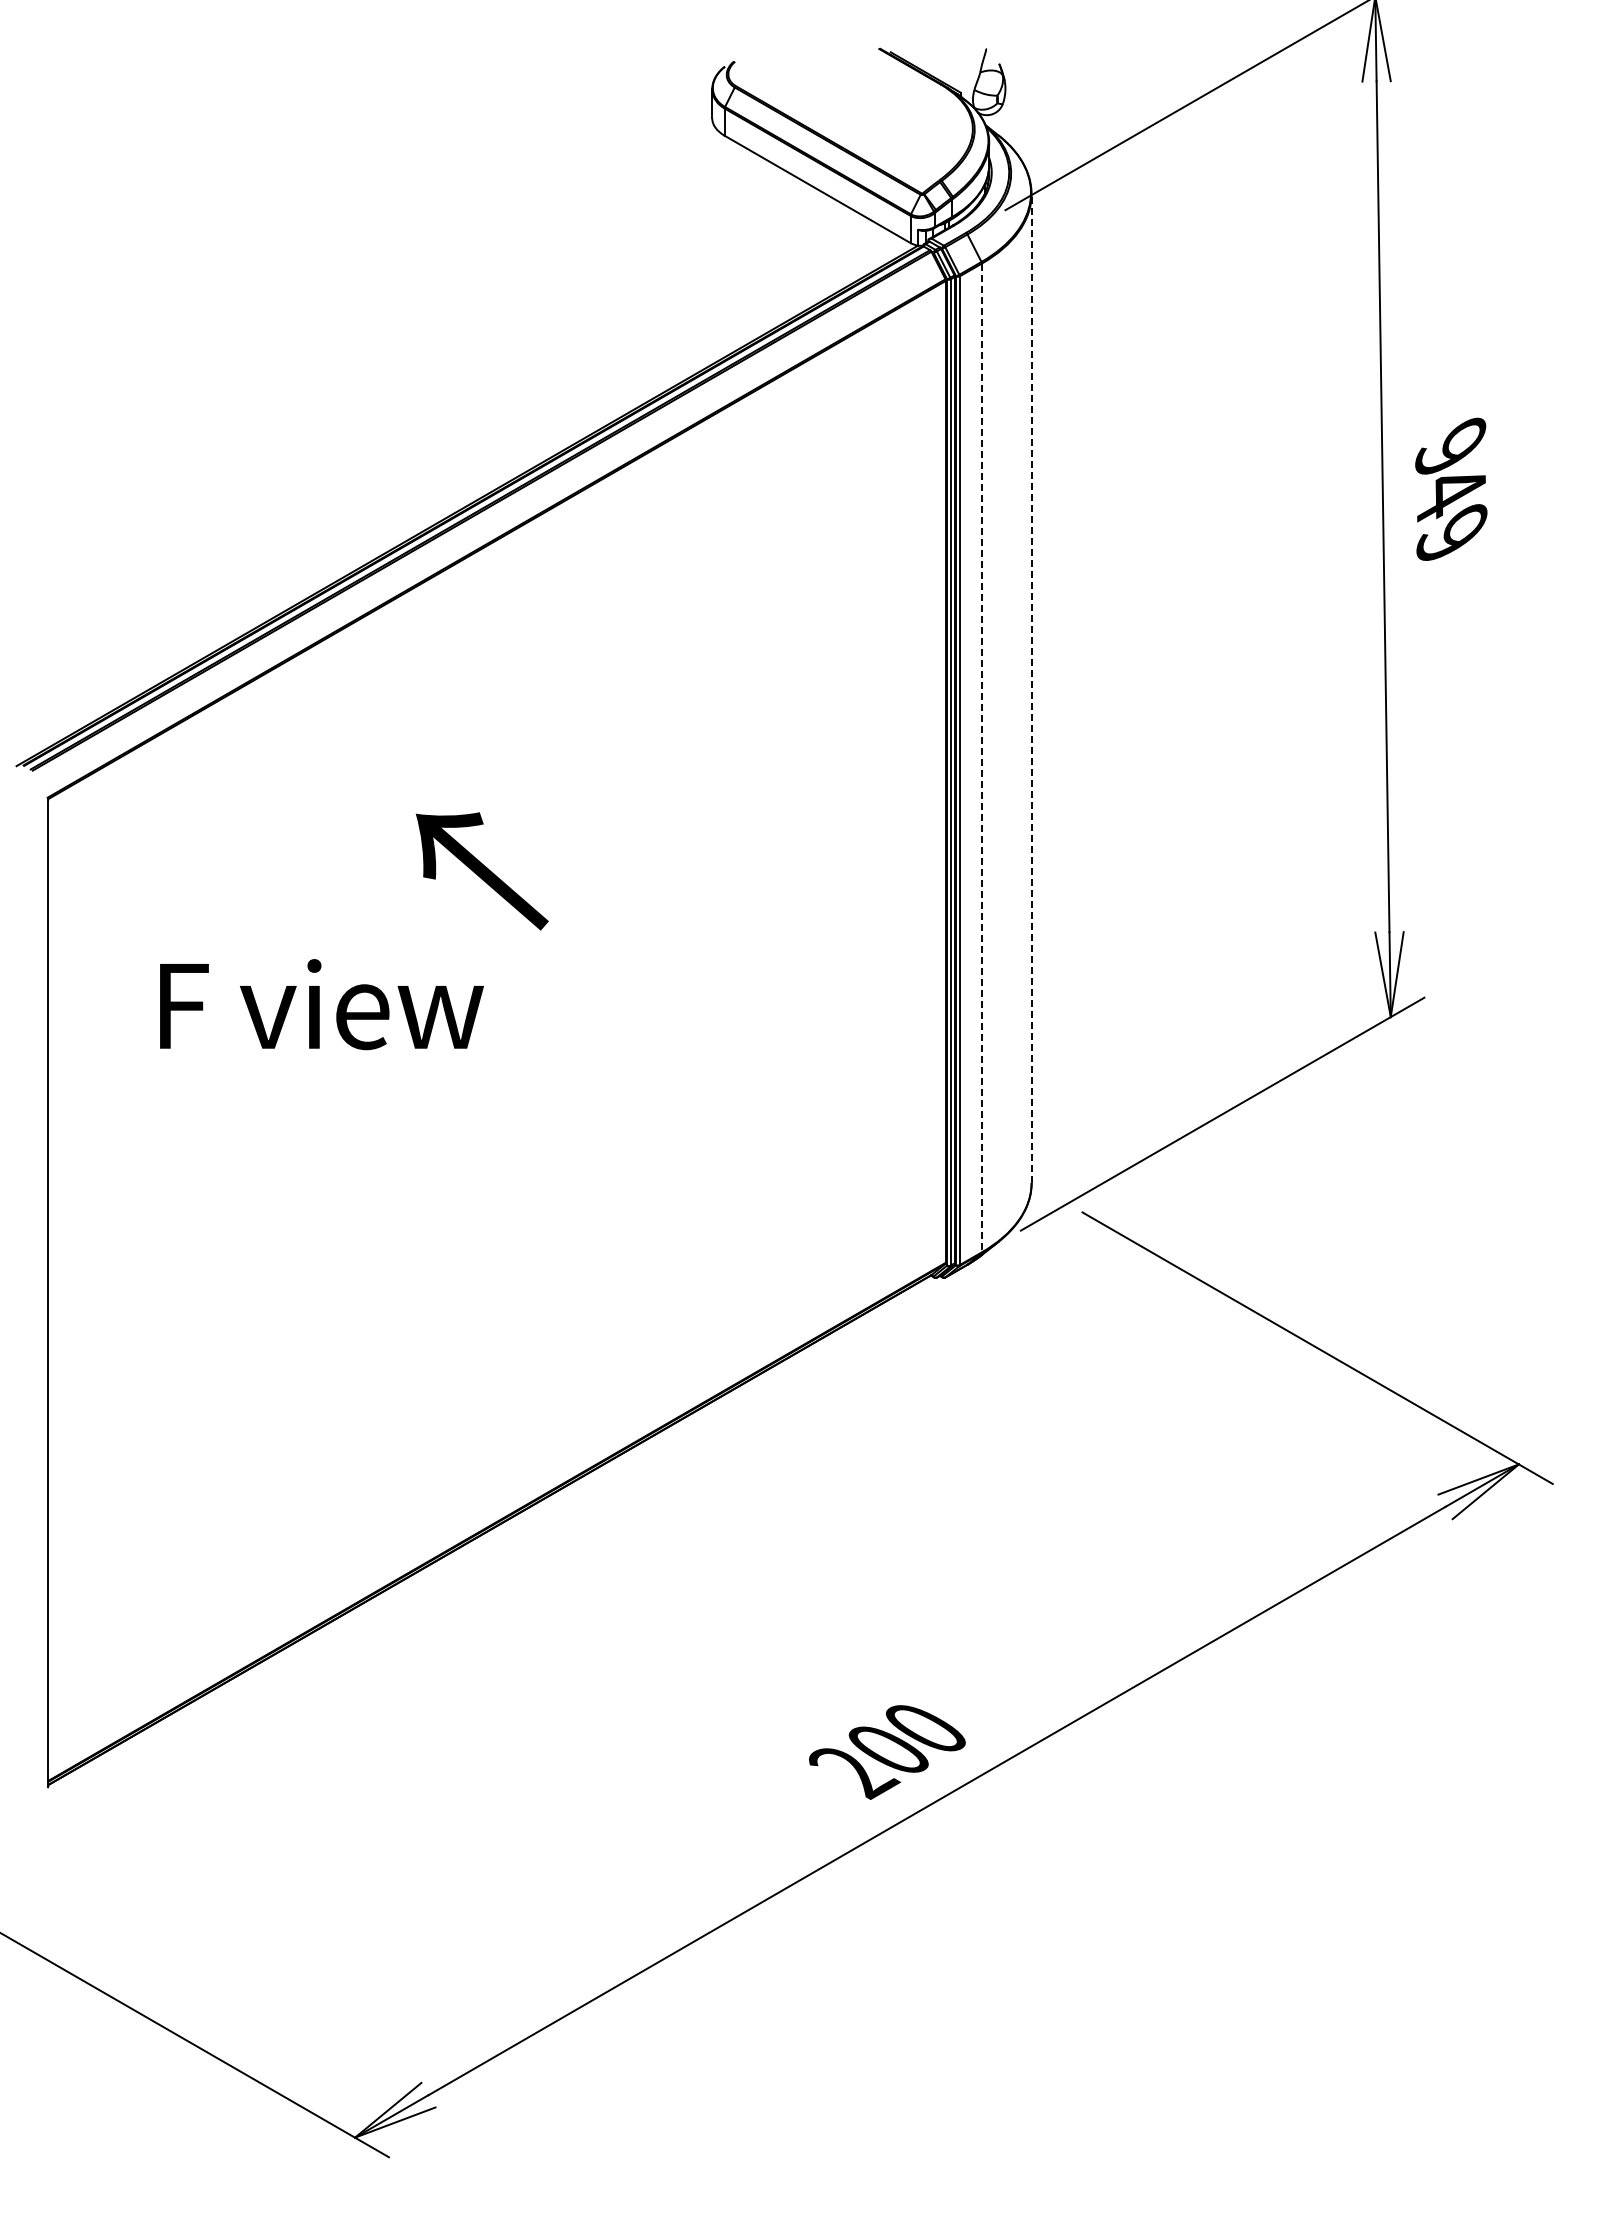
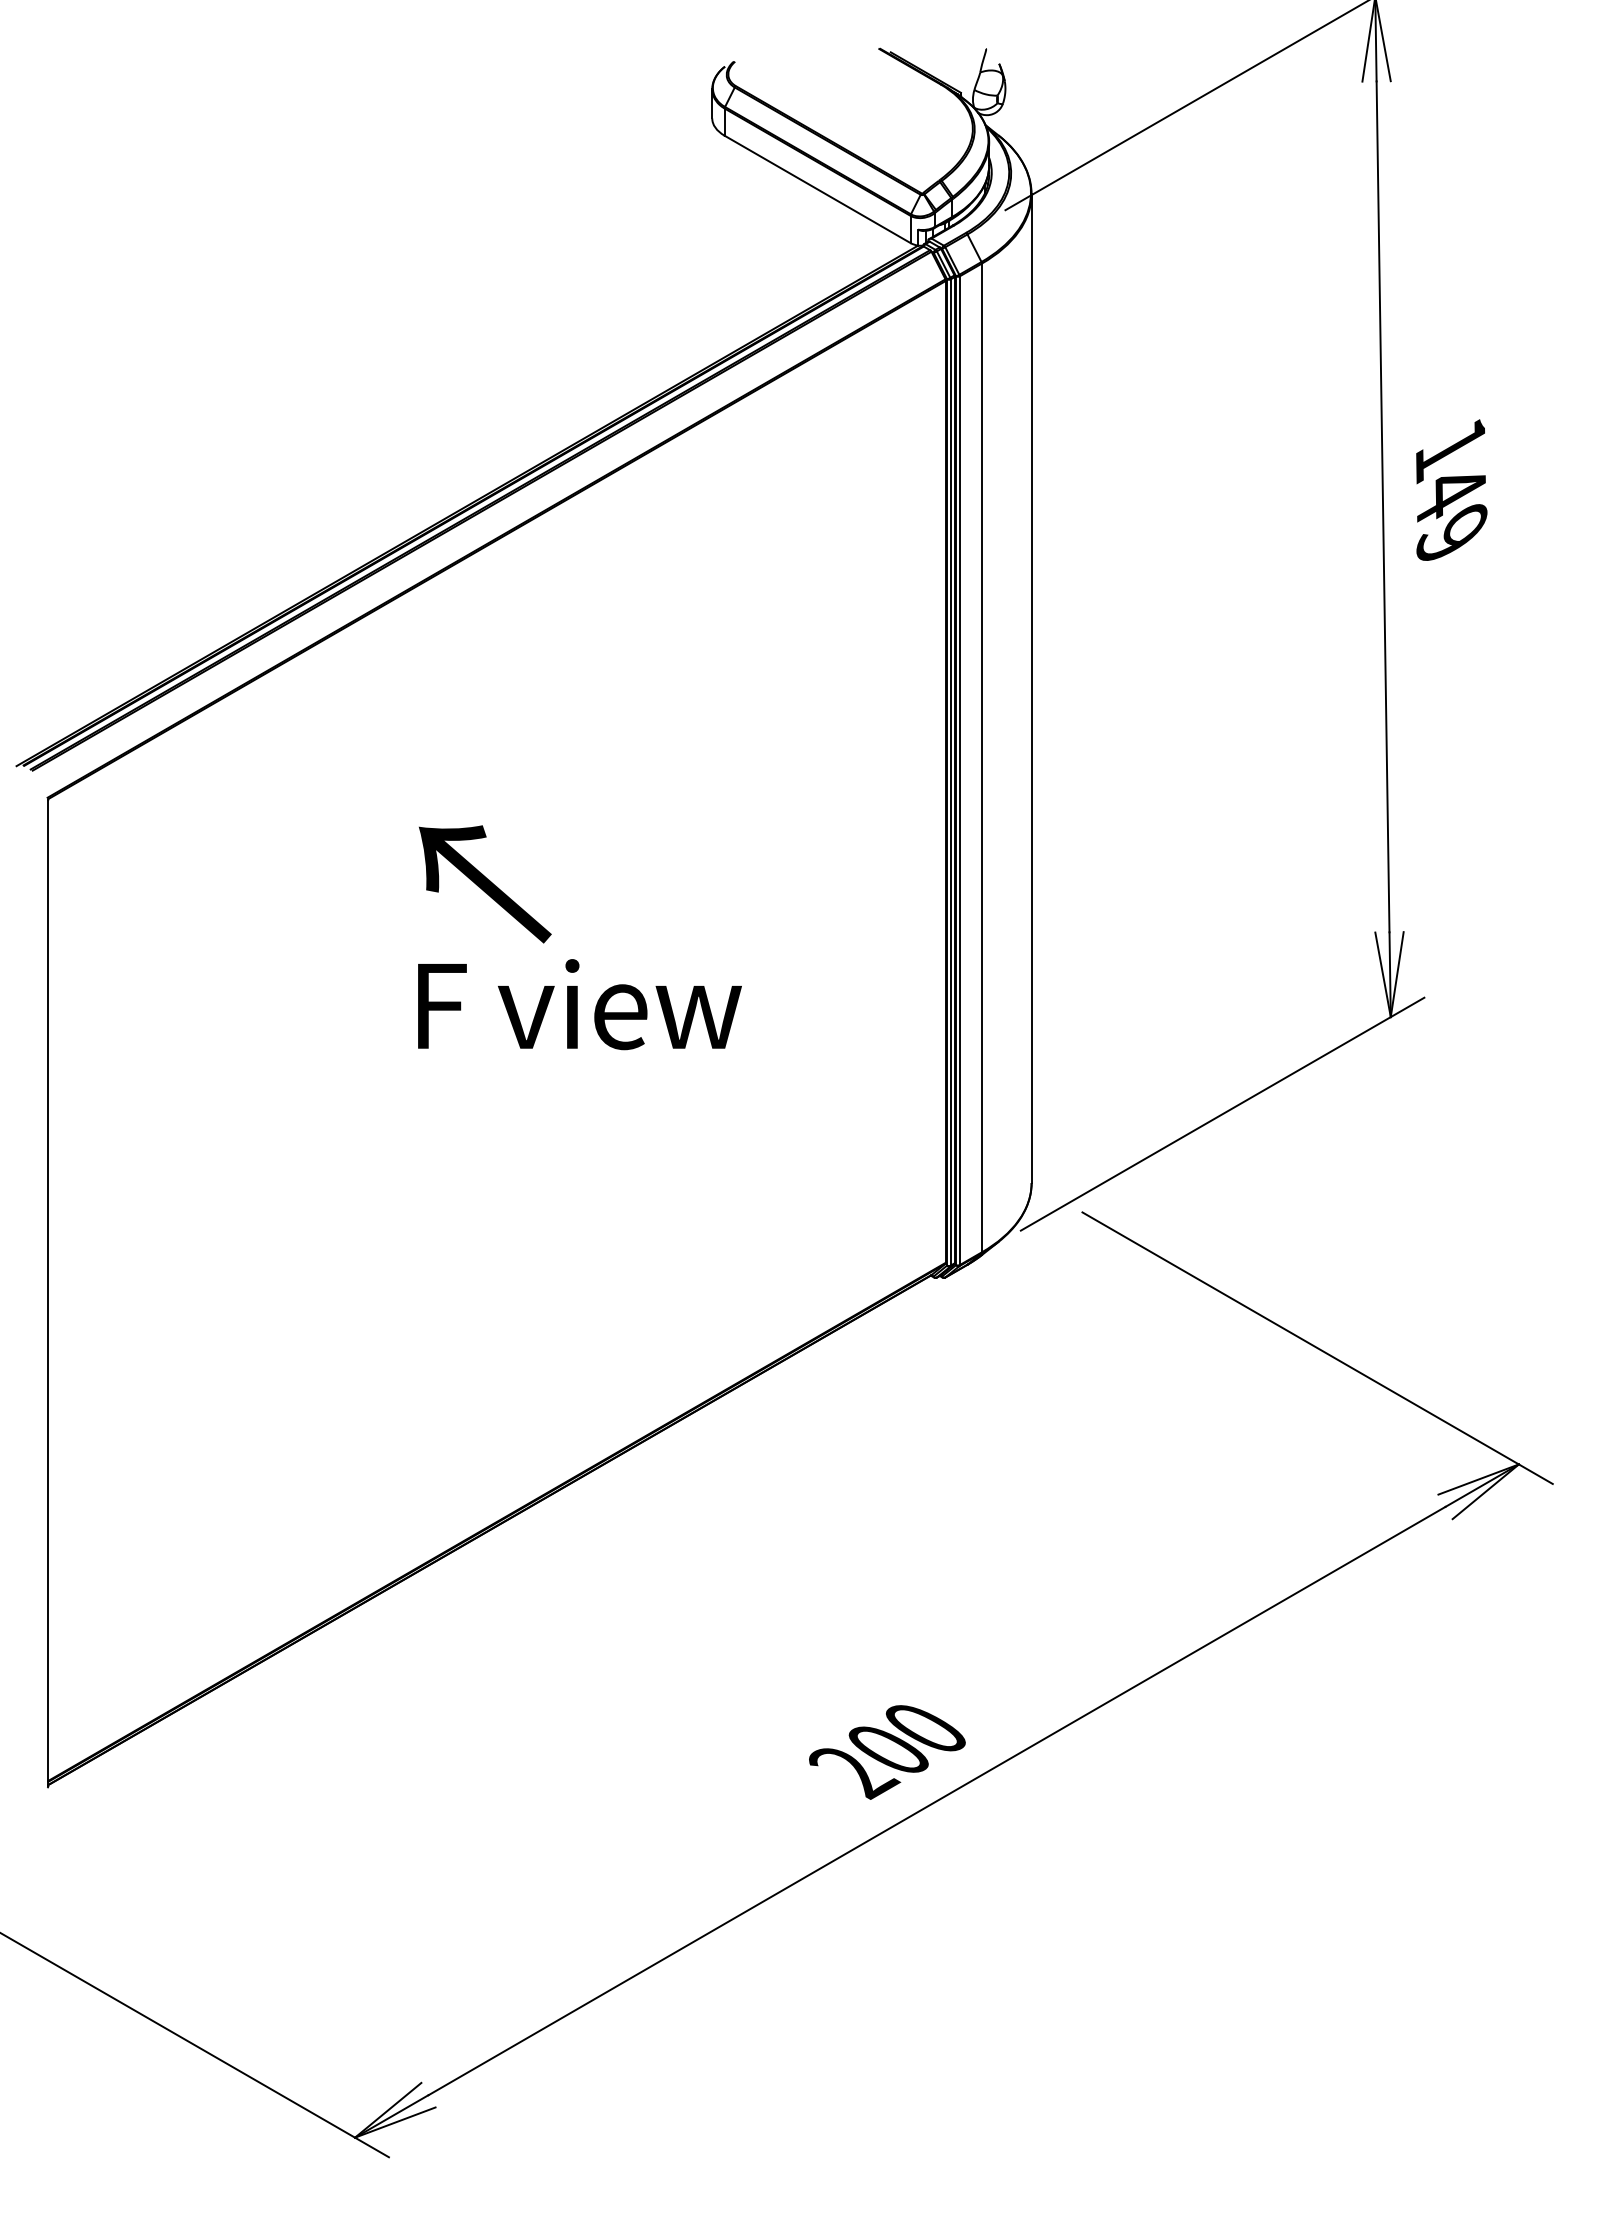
text at (1450, 450): 949 -> 149
line at (1031, 688): dashed -> solid
line at (981, 758): dashed -> solid
text at (482, 871) position: (482, 871) -> (485, 884)
text at (321, 1004) position: (321, 1004) -> (579, 1004)
